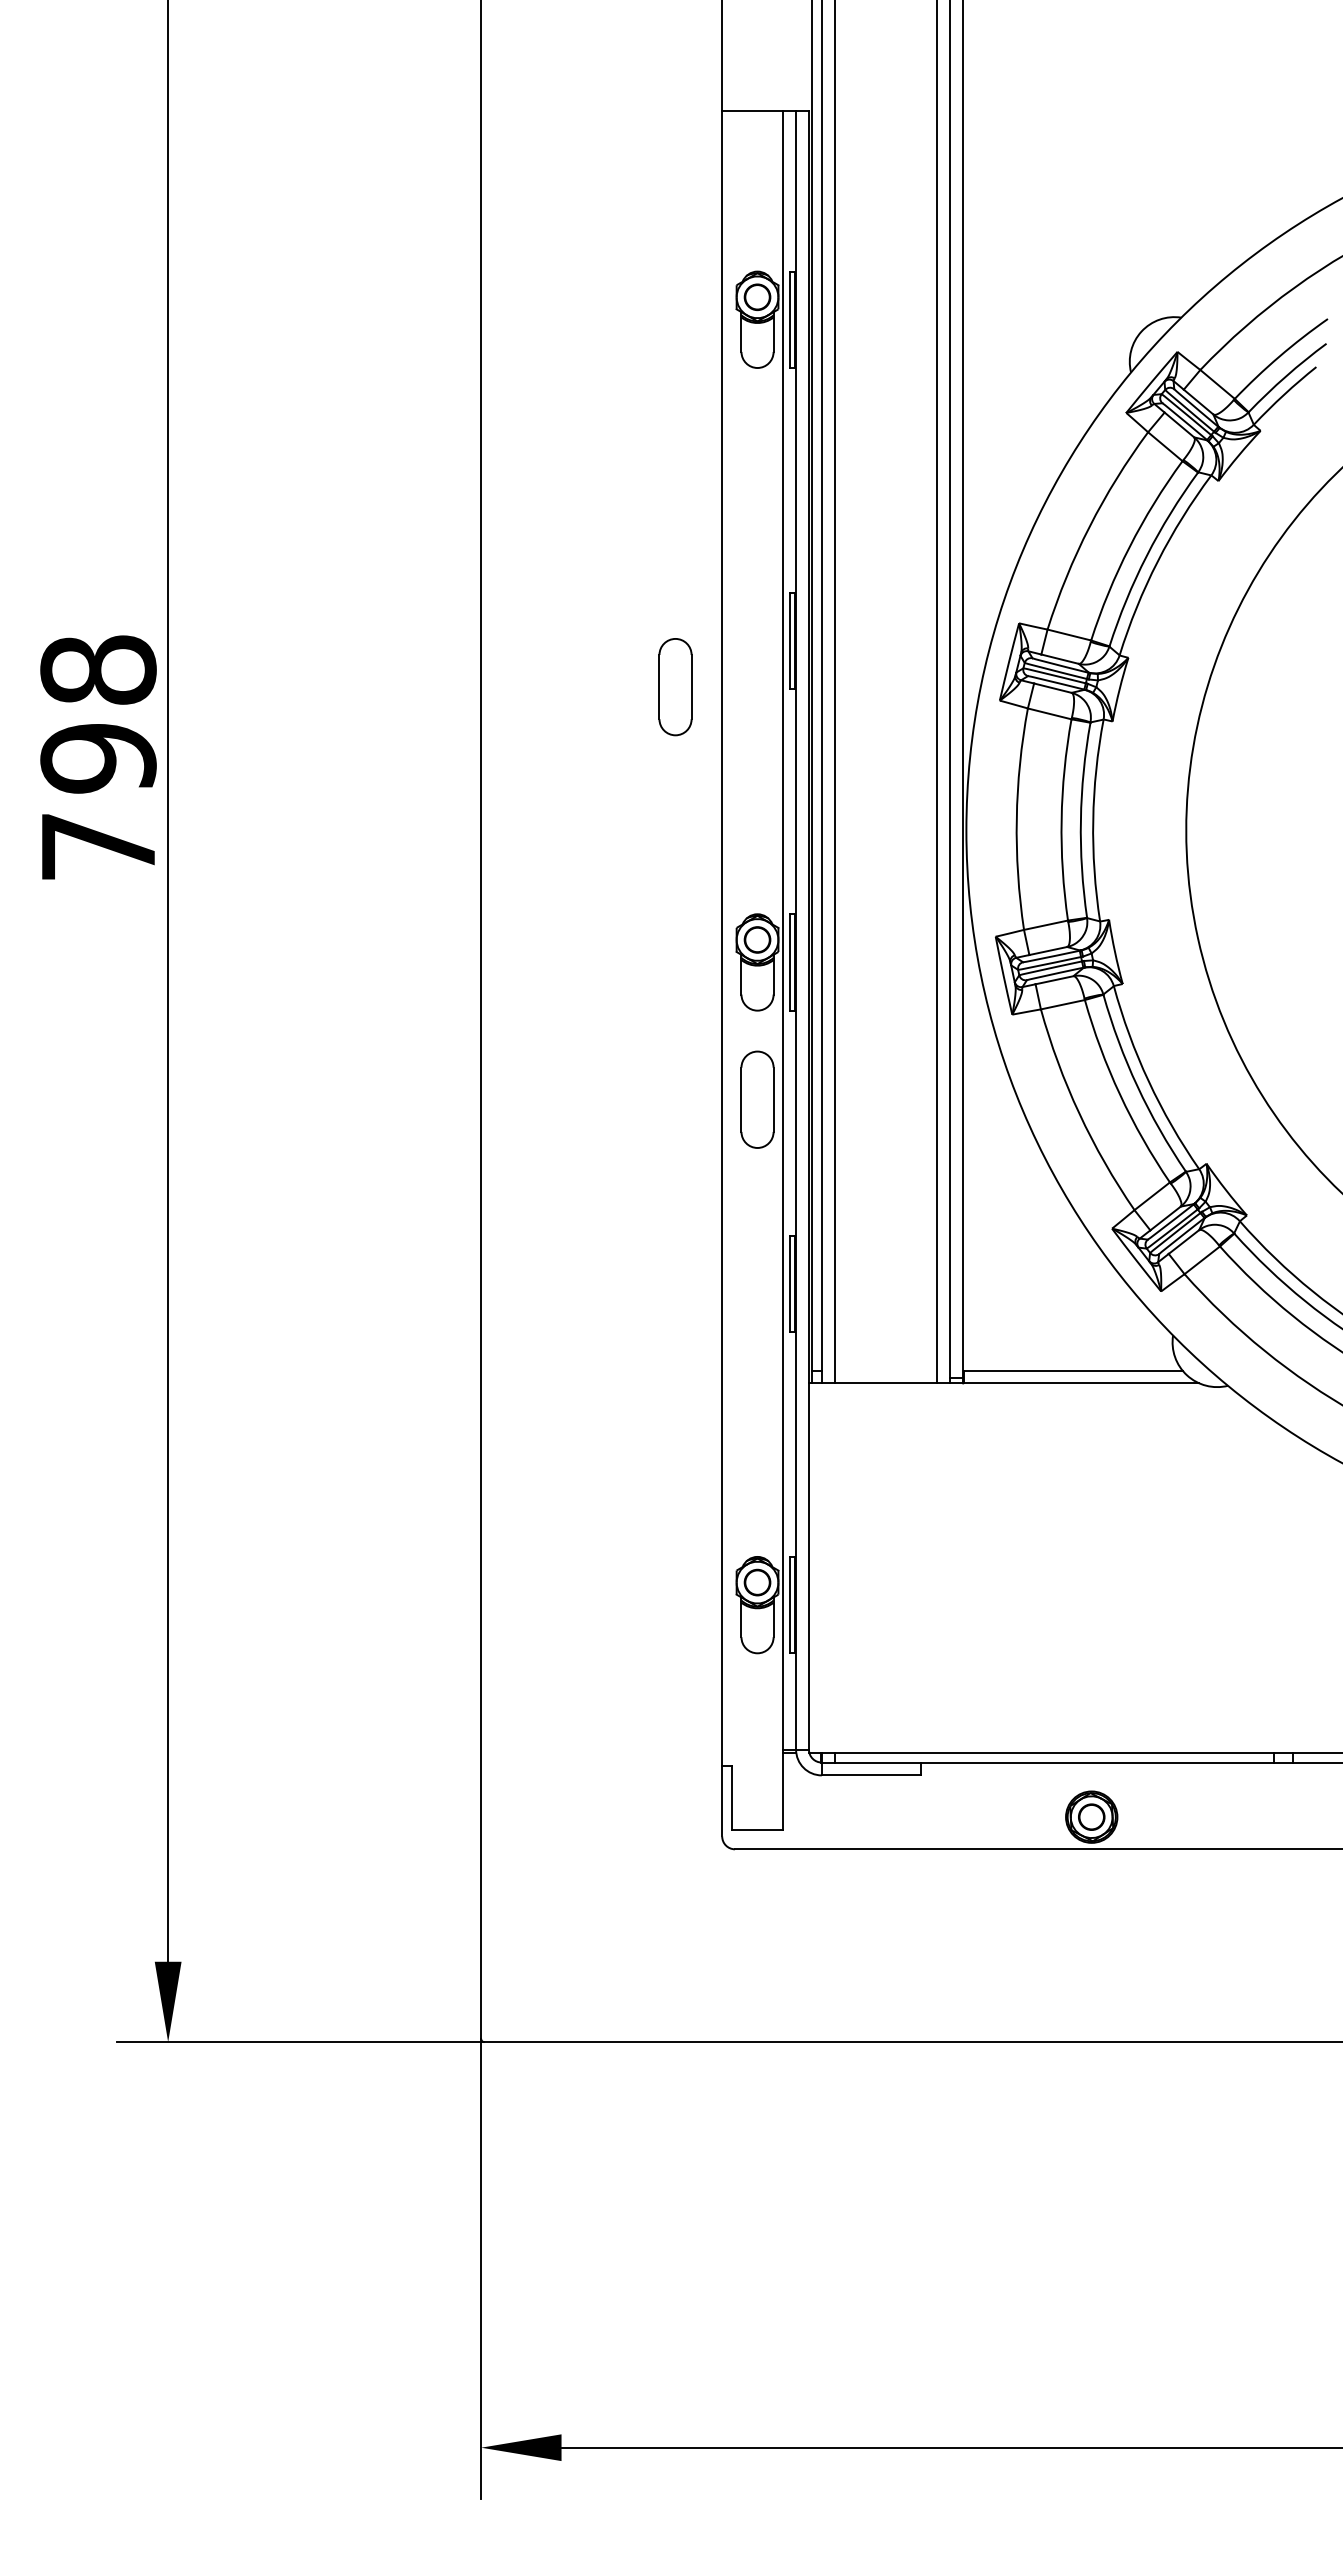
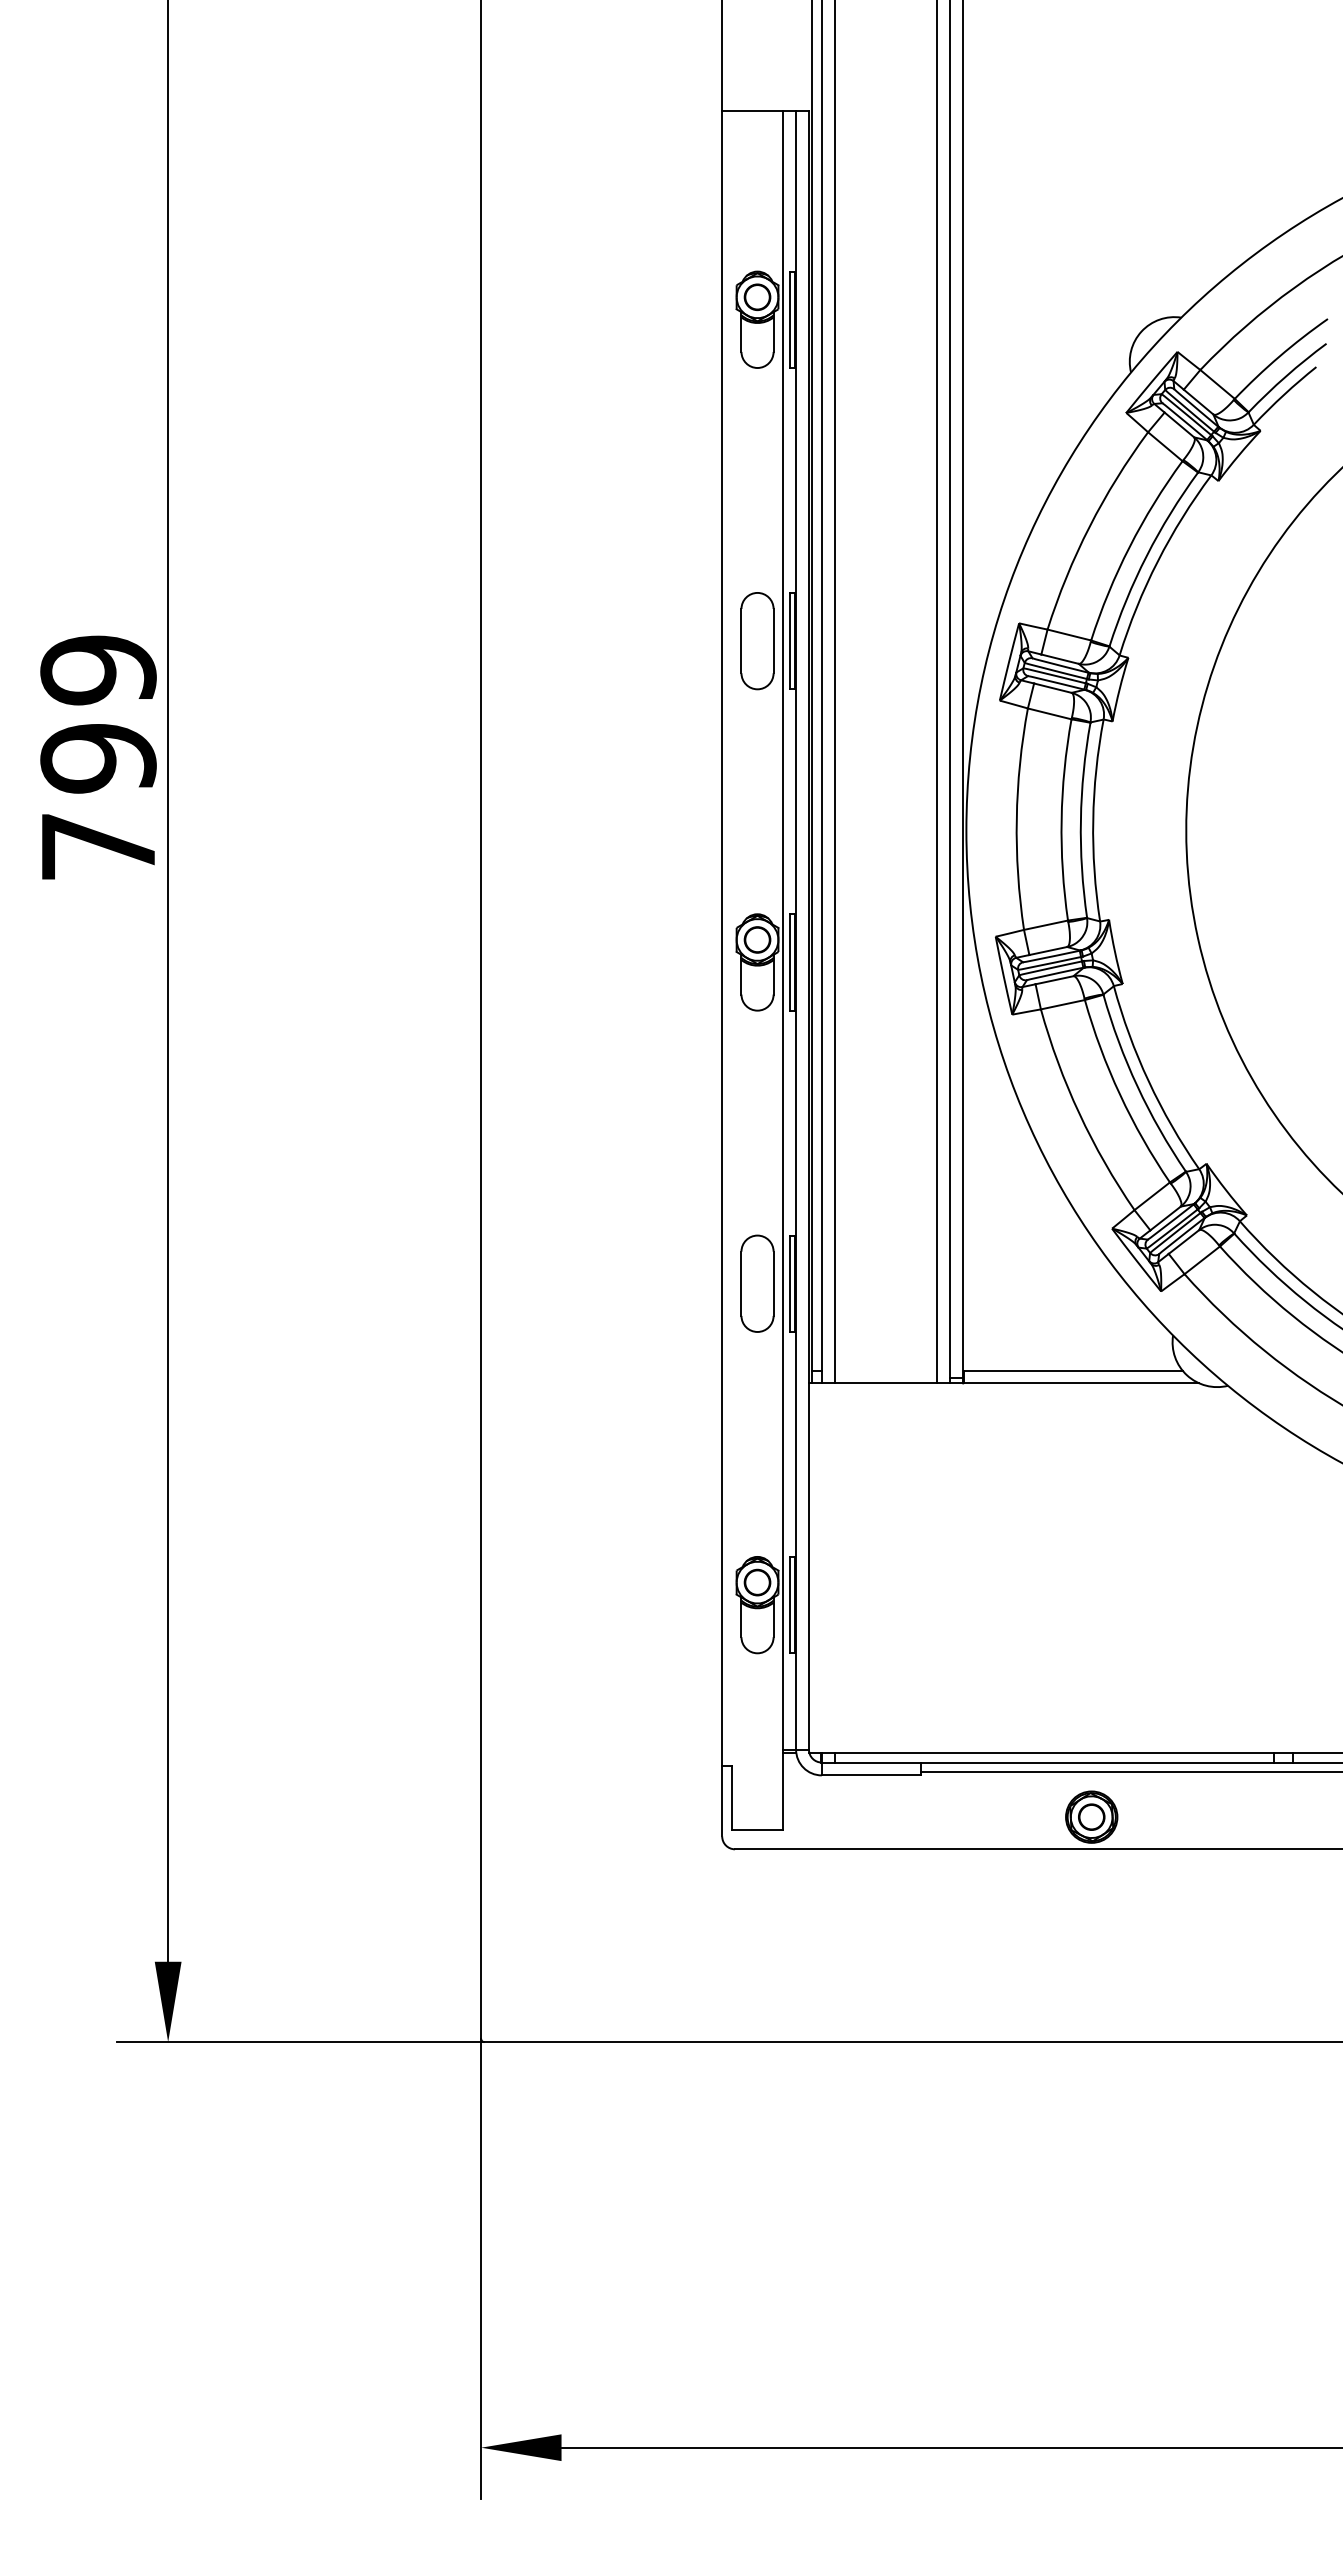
text at (98, 670): 798 -> 799
part at (675, 687) position: (675, 687) -> (757, 641)
part at (757, 1099) position: (757, 1099) -> (757, 1283)
line at (1130, 1772): none -> present
